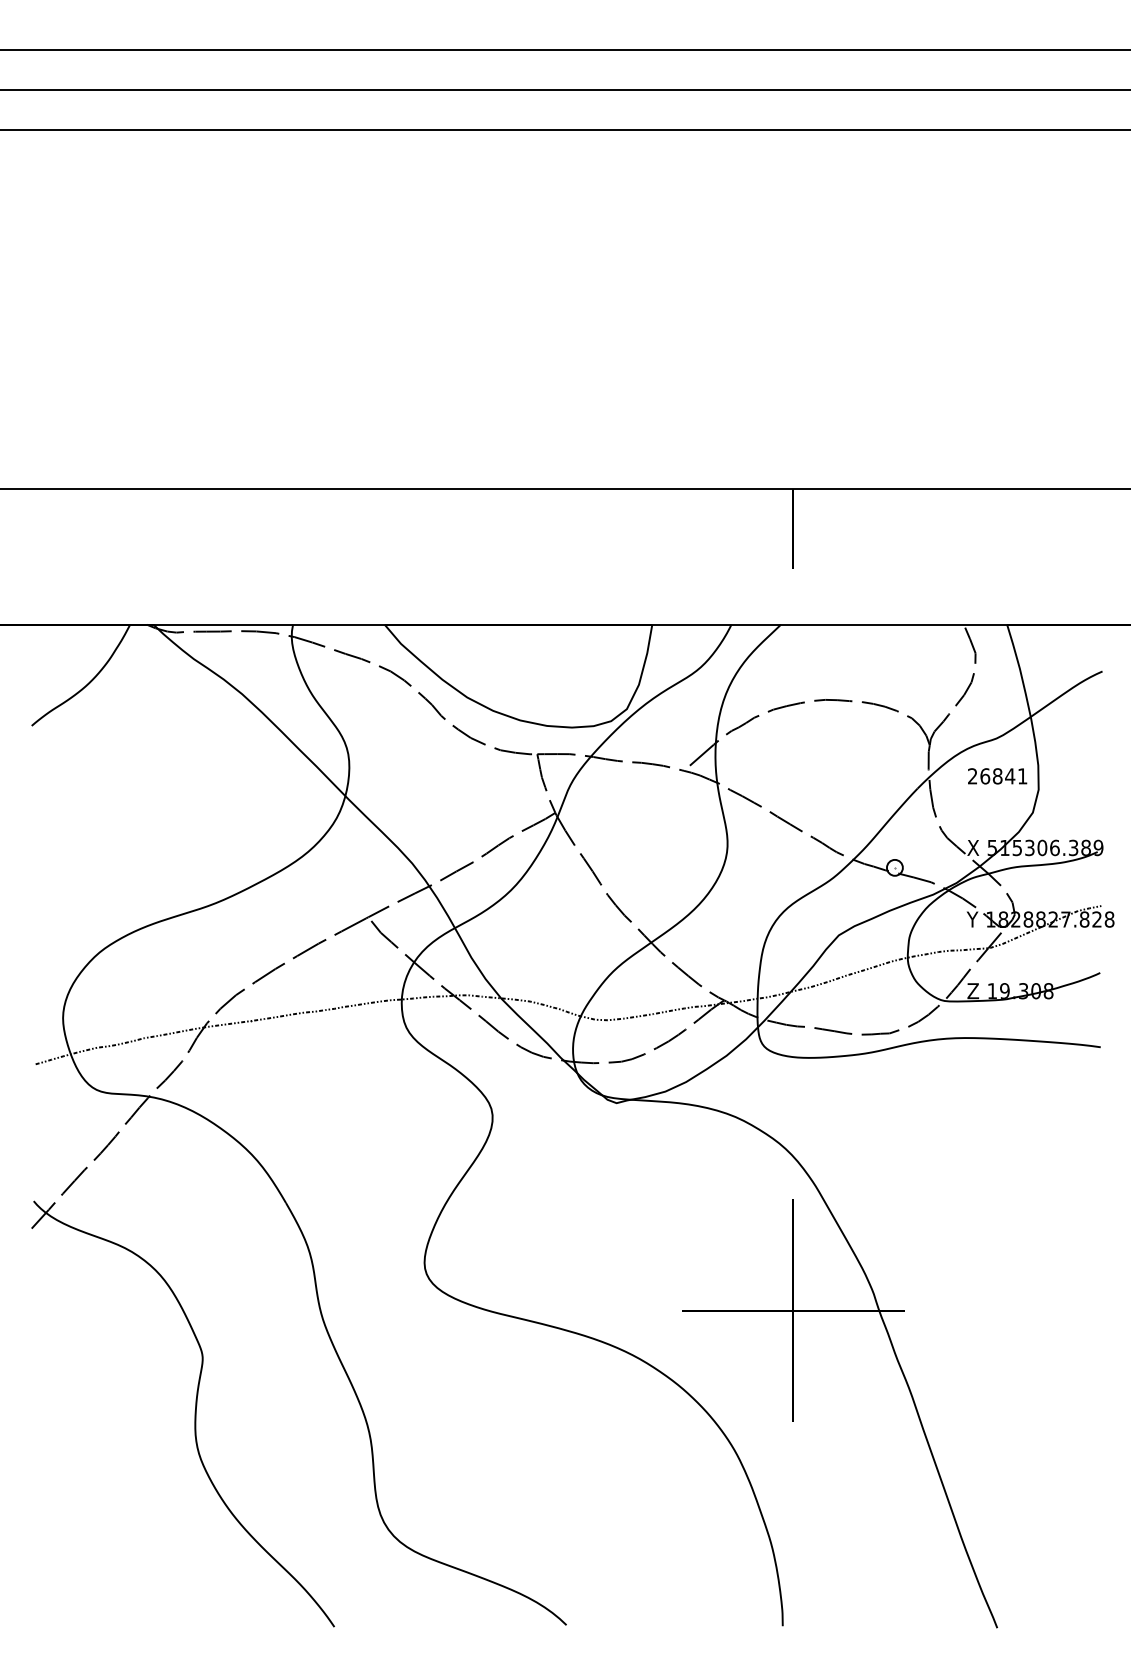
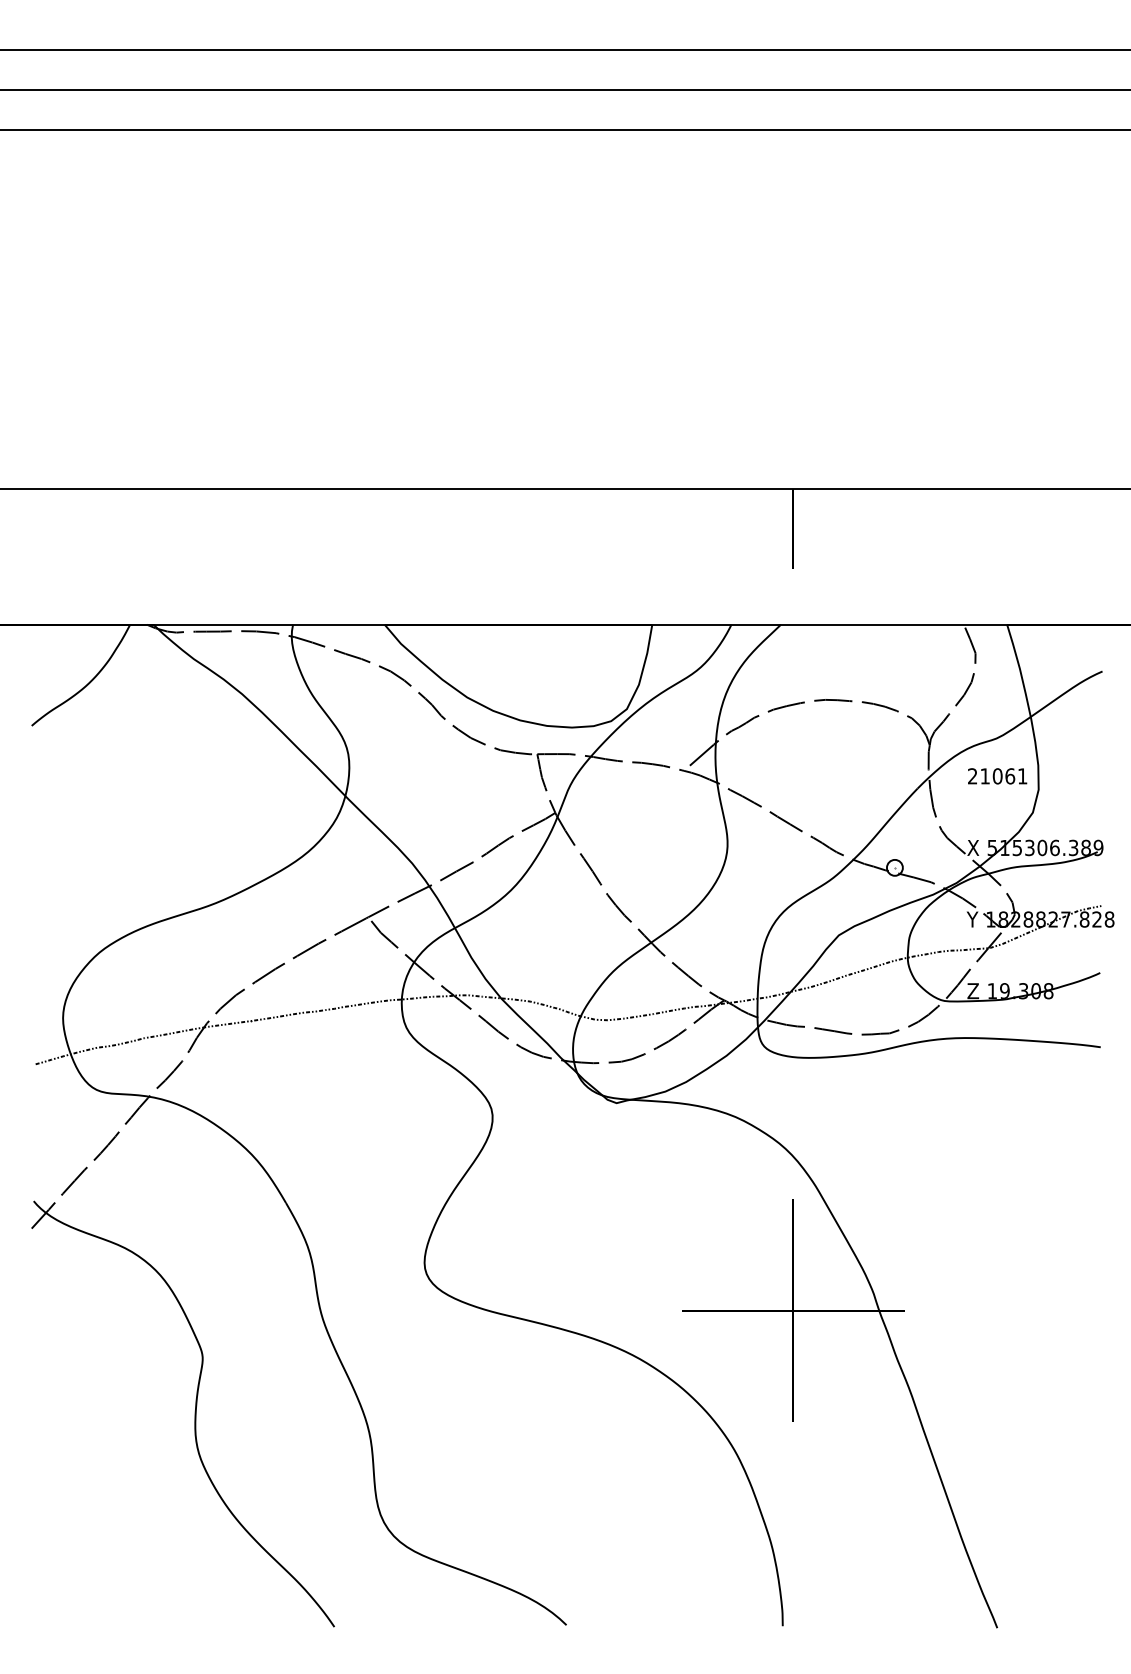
text at (997, 776): 26841 -> 21061
